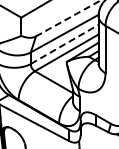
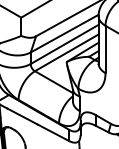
line at (68, 18): dashed -> solid
line at (65, 44): dashed -> solid
